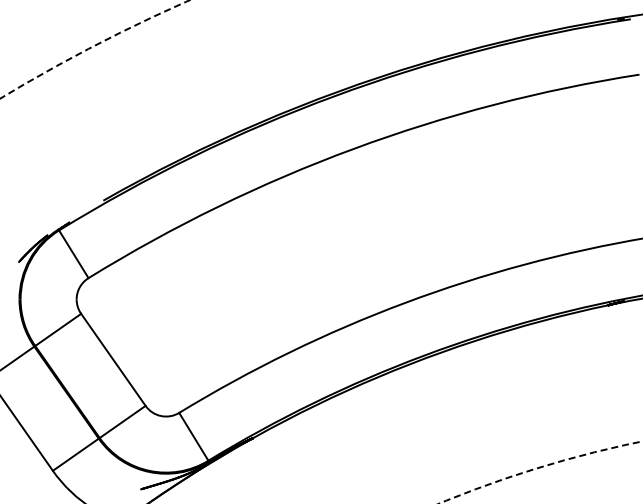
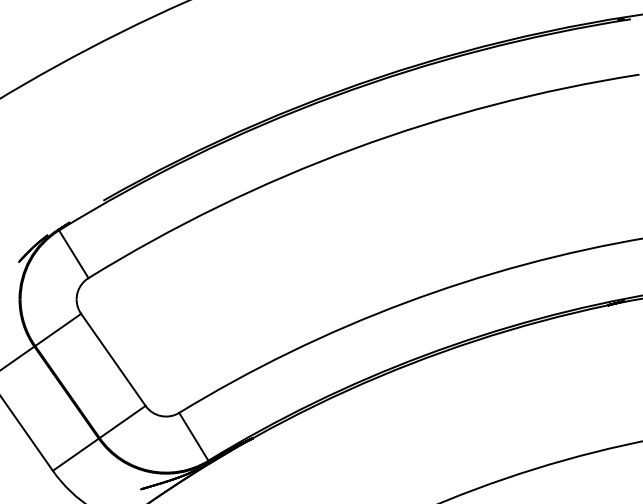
arc at (93, 46): dashed -> solid
arc at (538, 468): dashed -> solid
